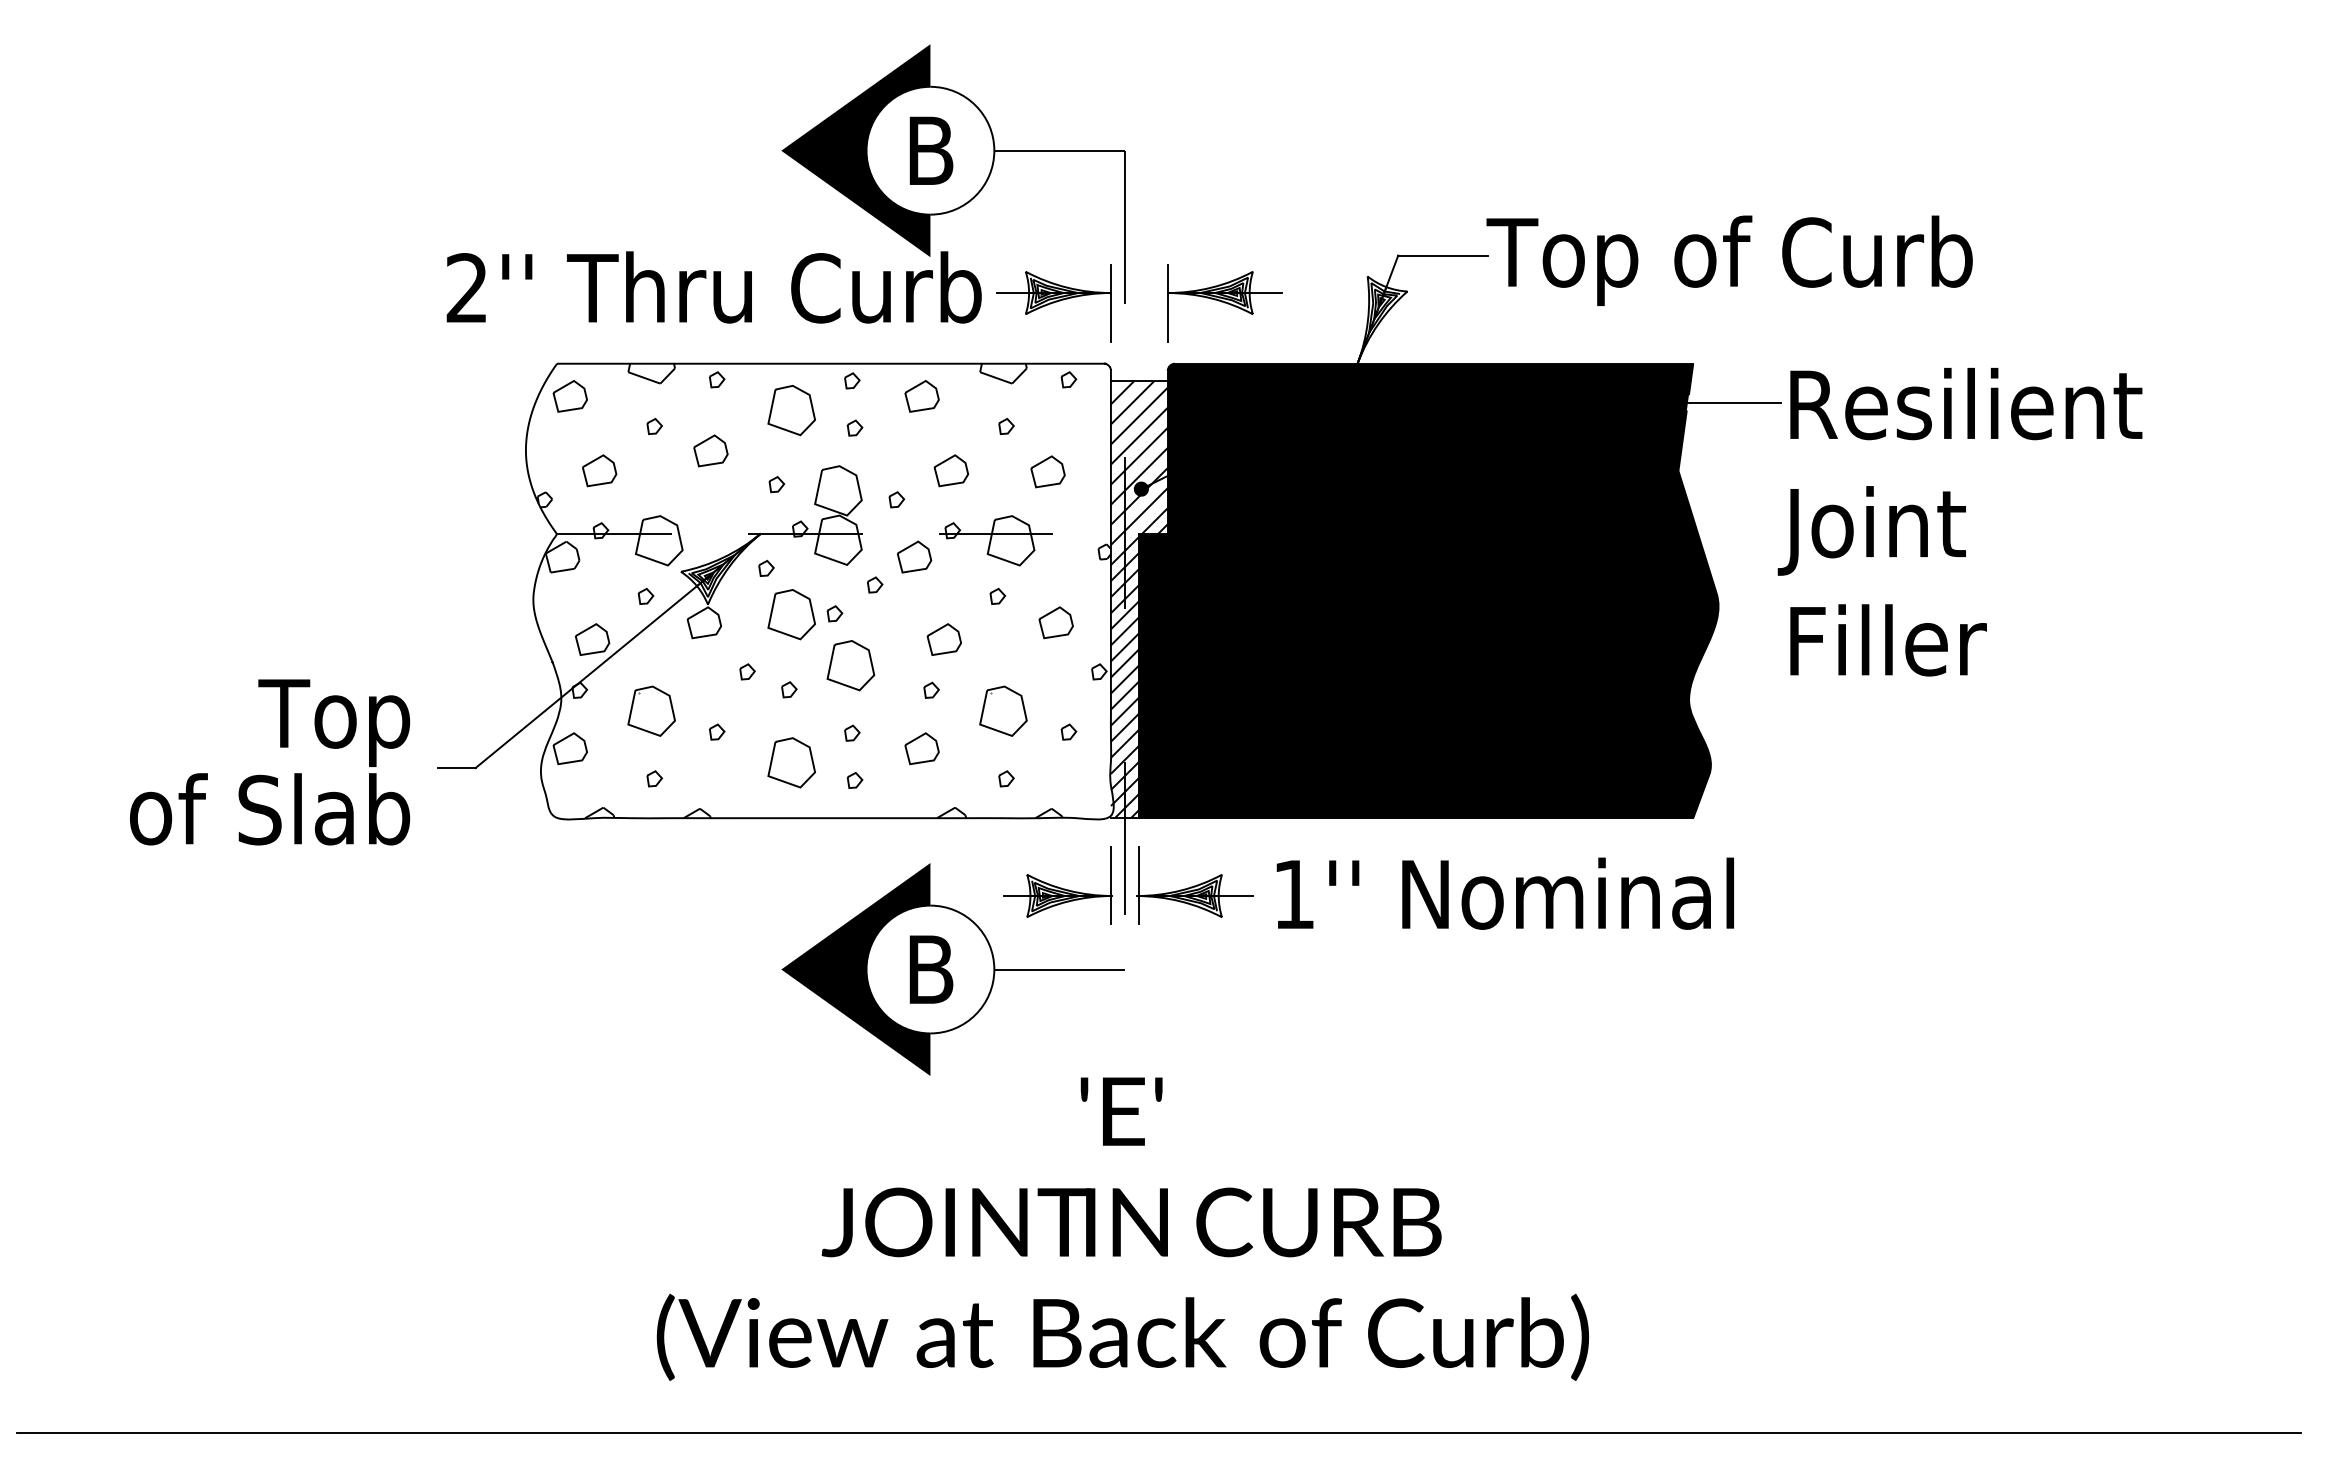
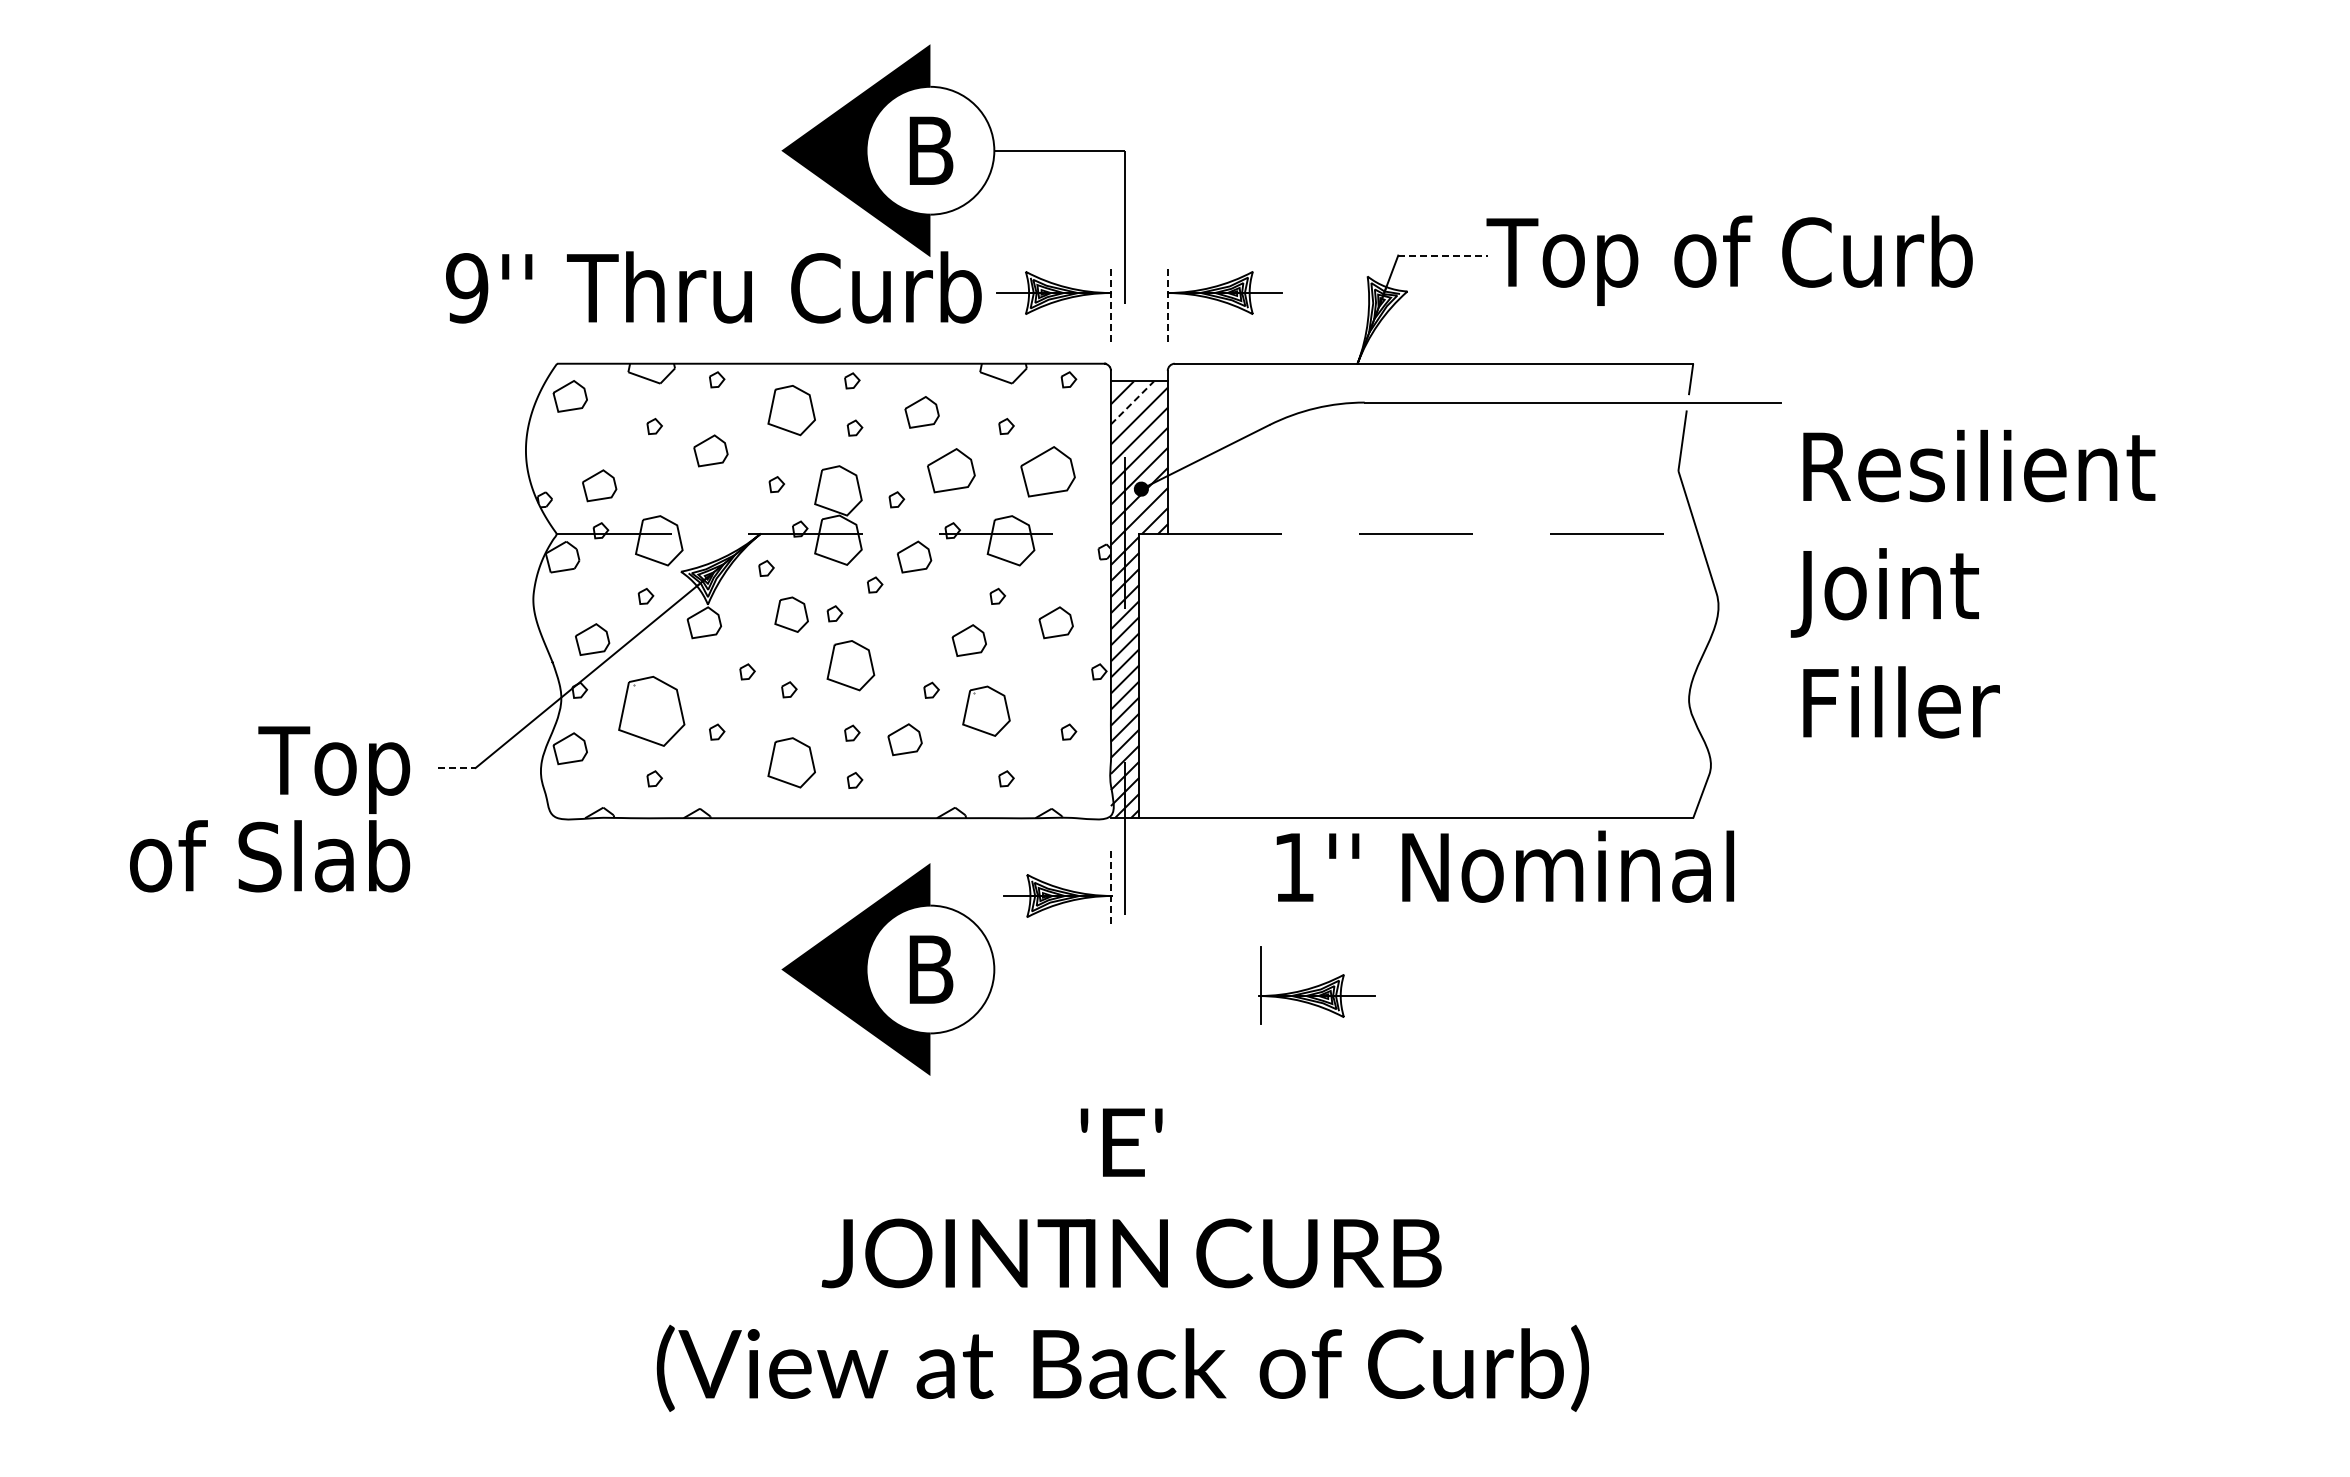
line at (1443, 255): solid -> dashed
text at (467, 288): 2'' -> 9''
line at (1110, 303): solid -> dashed
line at (1167, 303): solid -> dashed
part at (921, 396) position: (921, 396) -> (921, 412)
line at (1132, 402): solid -> dashed
part at (599, 470) position: (599, 470) -> (599, 485)
part at (951, 470) size: 37x34 px -> 49x46 px
part at (1047, 471) size: 36x34 px -> 56x52 px
text at (1959, 522) position: (1959, 522) -> (1972, 584)
fill at (1428, 591): present -> none
part at (791, 614) size: 49x52 px -> 35x37 px
part at (943, 639) position: (943, 639) -> (968, 640)
part at (651, 710) size: 49x52 px -> 68x72 px
part at (1003, 710) position: (1003, 710) -> (986, 710)
part at (921, 748) position: (921, 748) -> (904, 739)
text at (270, 762) position: (270, 762) -> (270, 809)
line at (456, 768): solid -> dashed
line at (1110, 885): solid -> dashed
part at (1194, 885) position: (1194, 885) -> (1316, 985)
text at (1504, 893) position: (1504, 893) -> (1504, 866)
line at (1059, 969): present -> none
text at (1122, 1228) position: (1122, 1228) -> (1122, 1259)
line at (1158, 1432): present -> none
